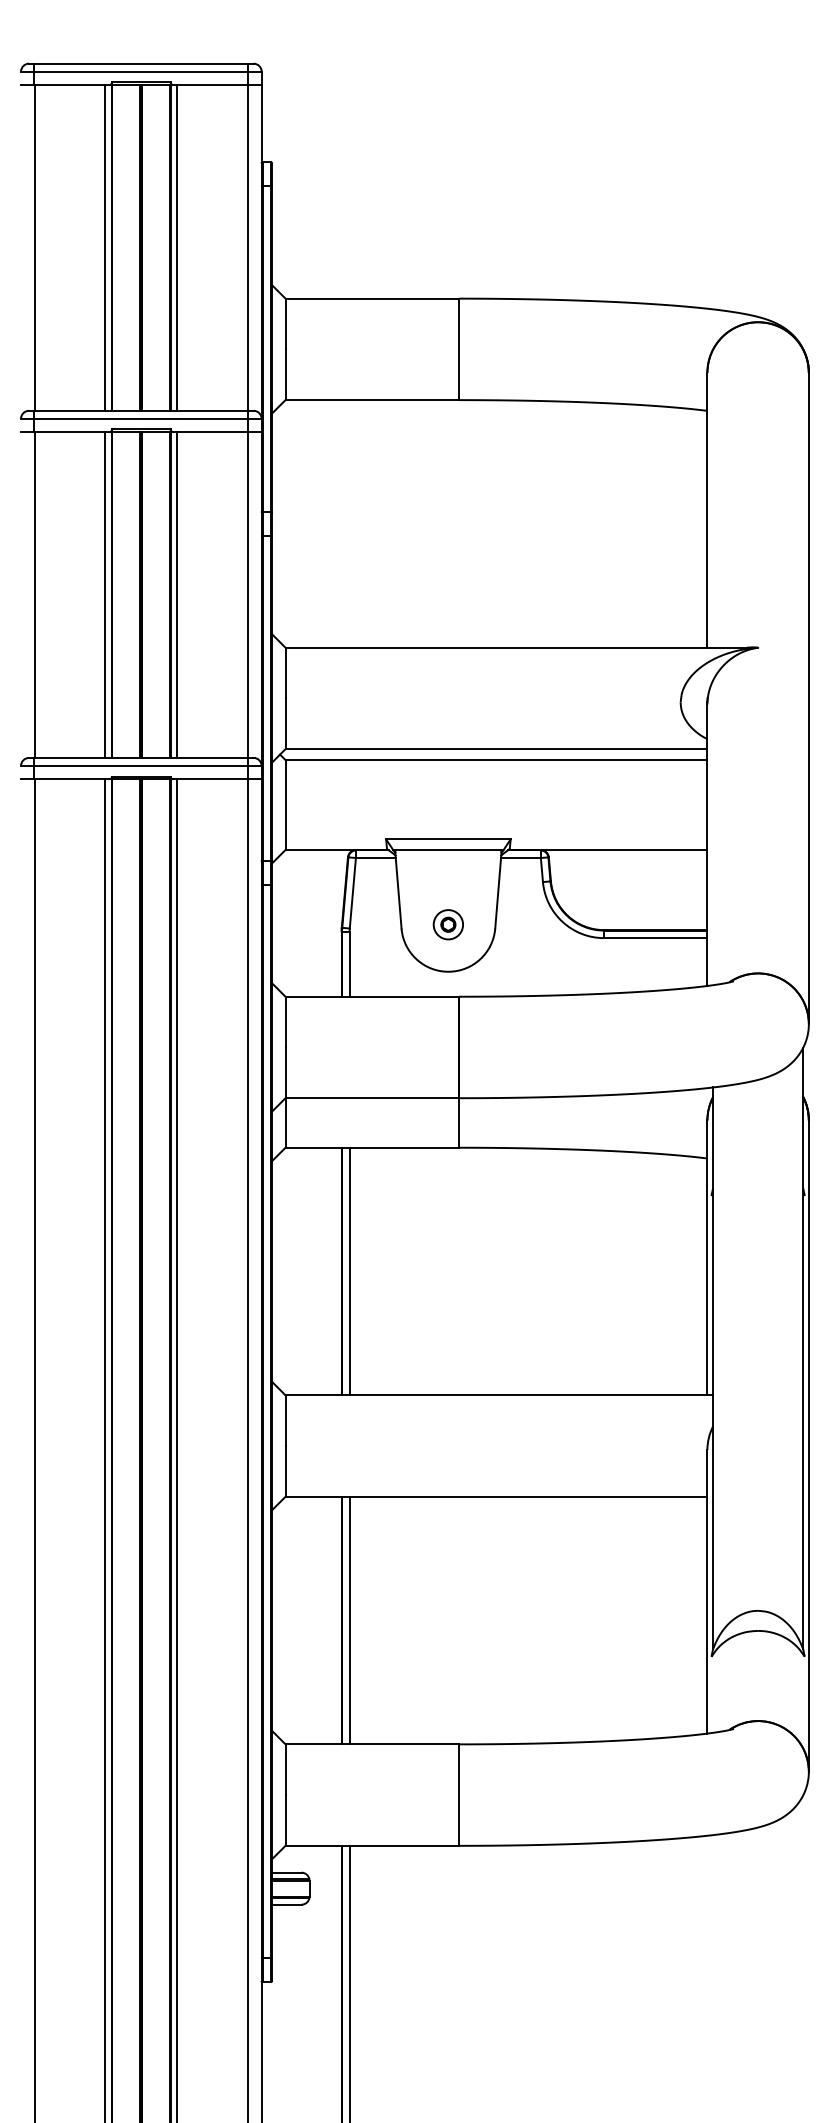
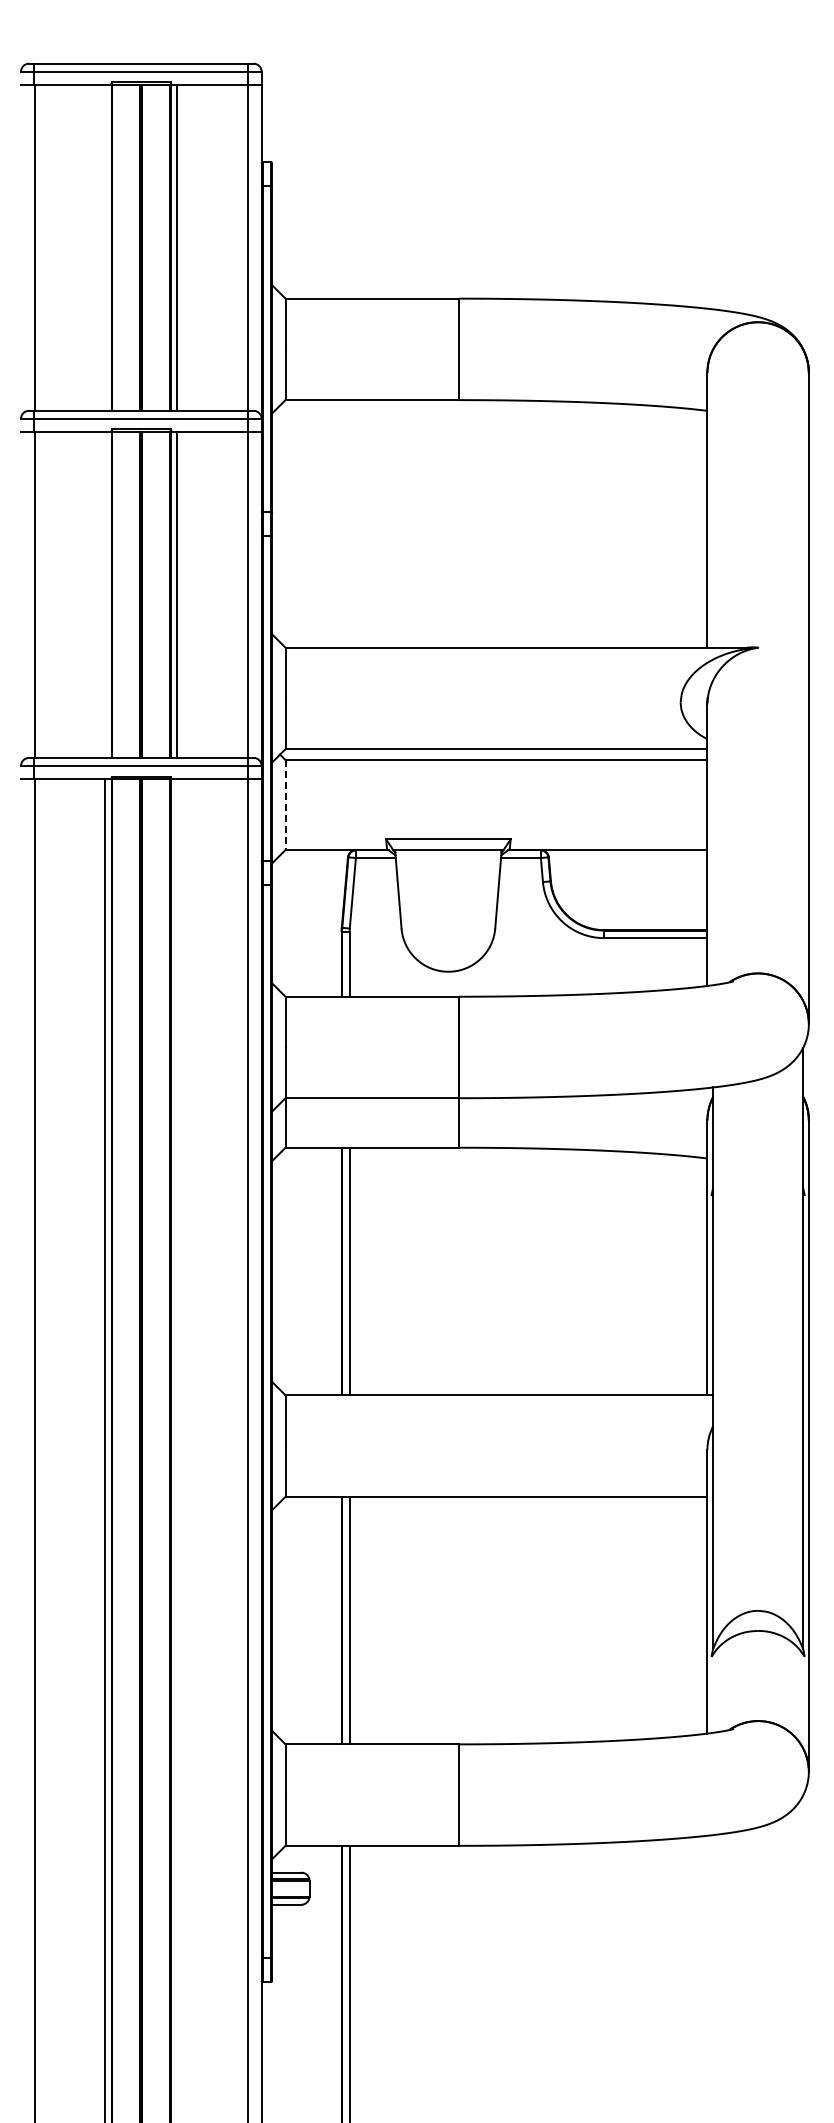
line at (105, 247): present -> none
line at (105, 594): present -> none
line at (285, 805): solid -> dashed
part at (447, 924): present -> none
line at (177, 1449): present -> none
